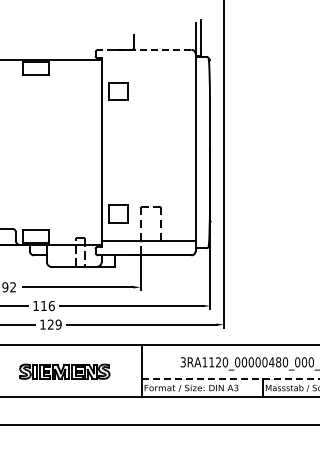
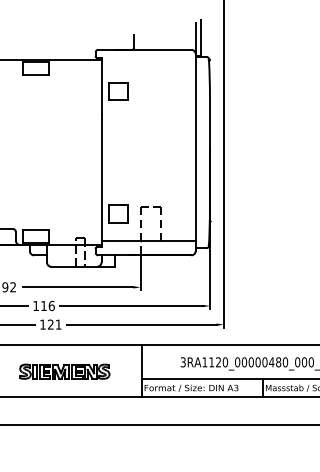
line at (144, 49): dashed -> solid
text at (58, 324): 129 -> 121
line at (230, 379): dashed -> solid
